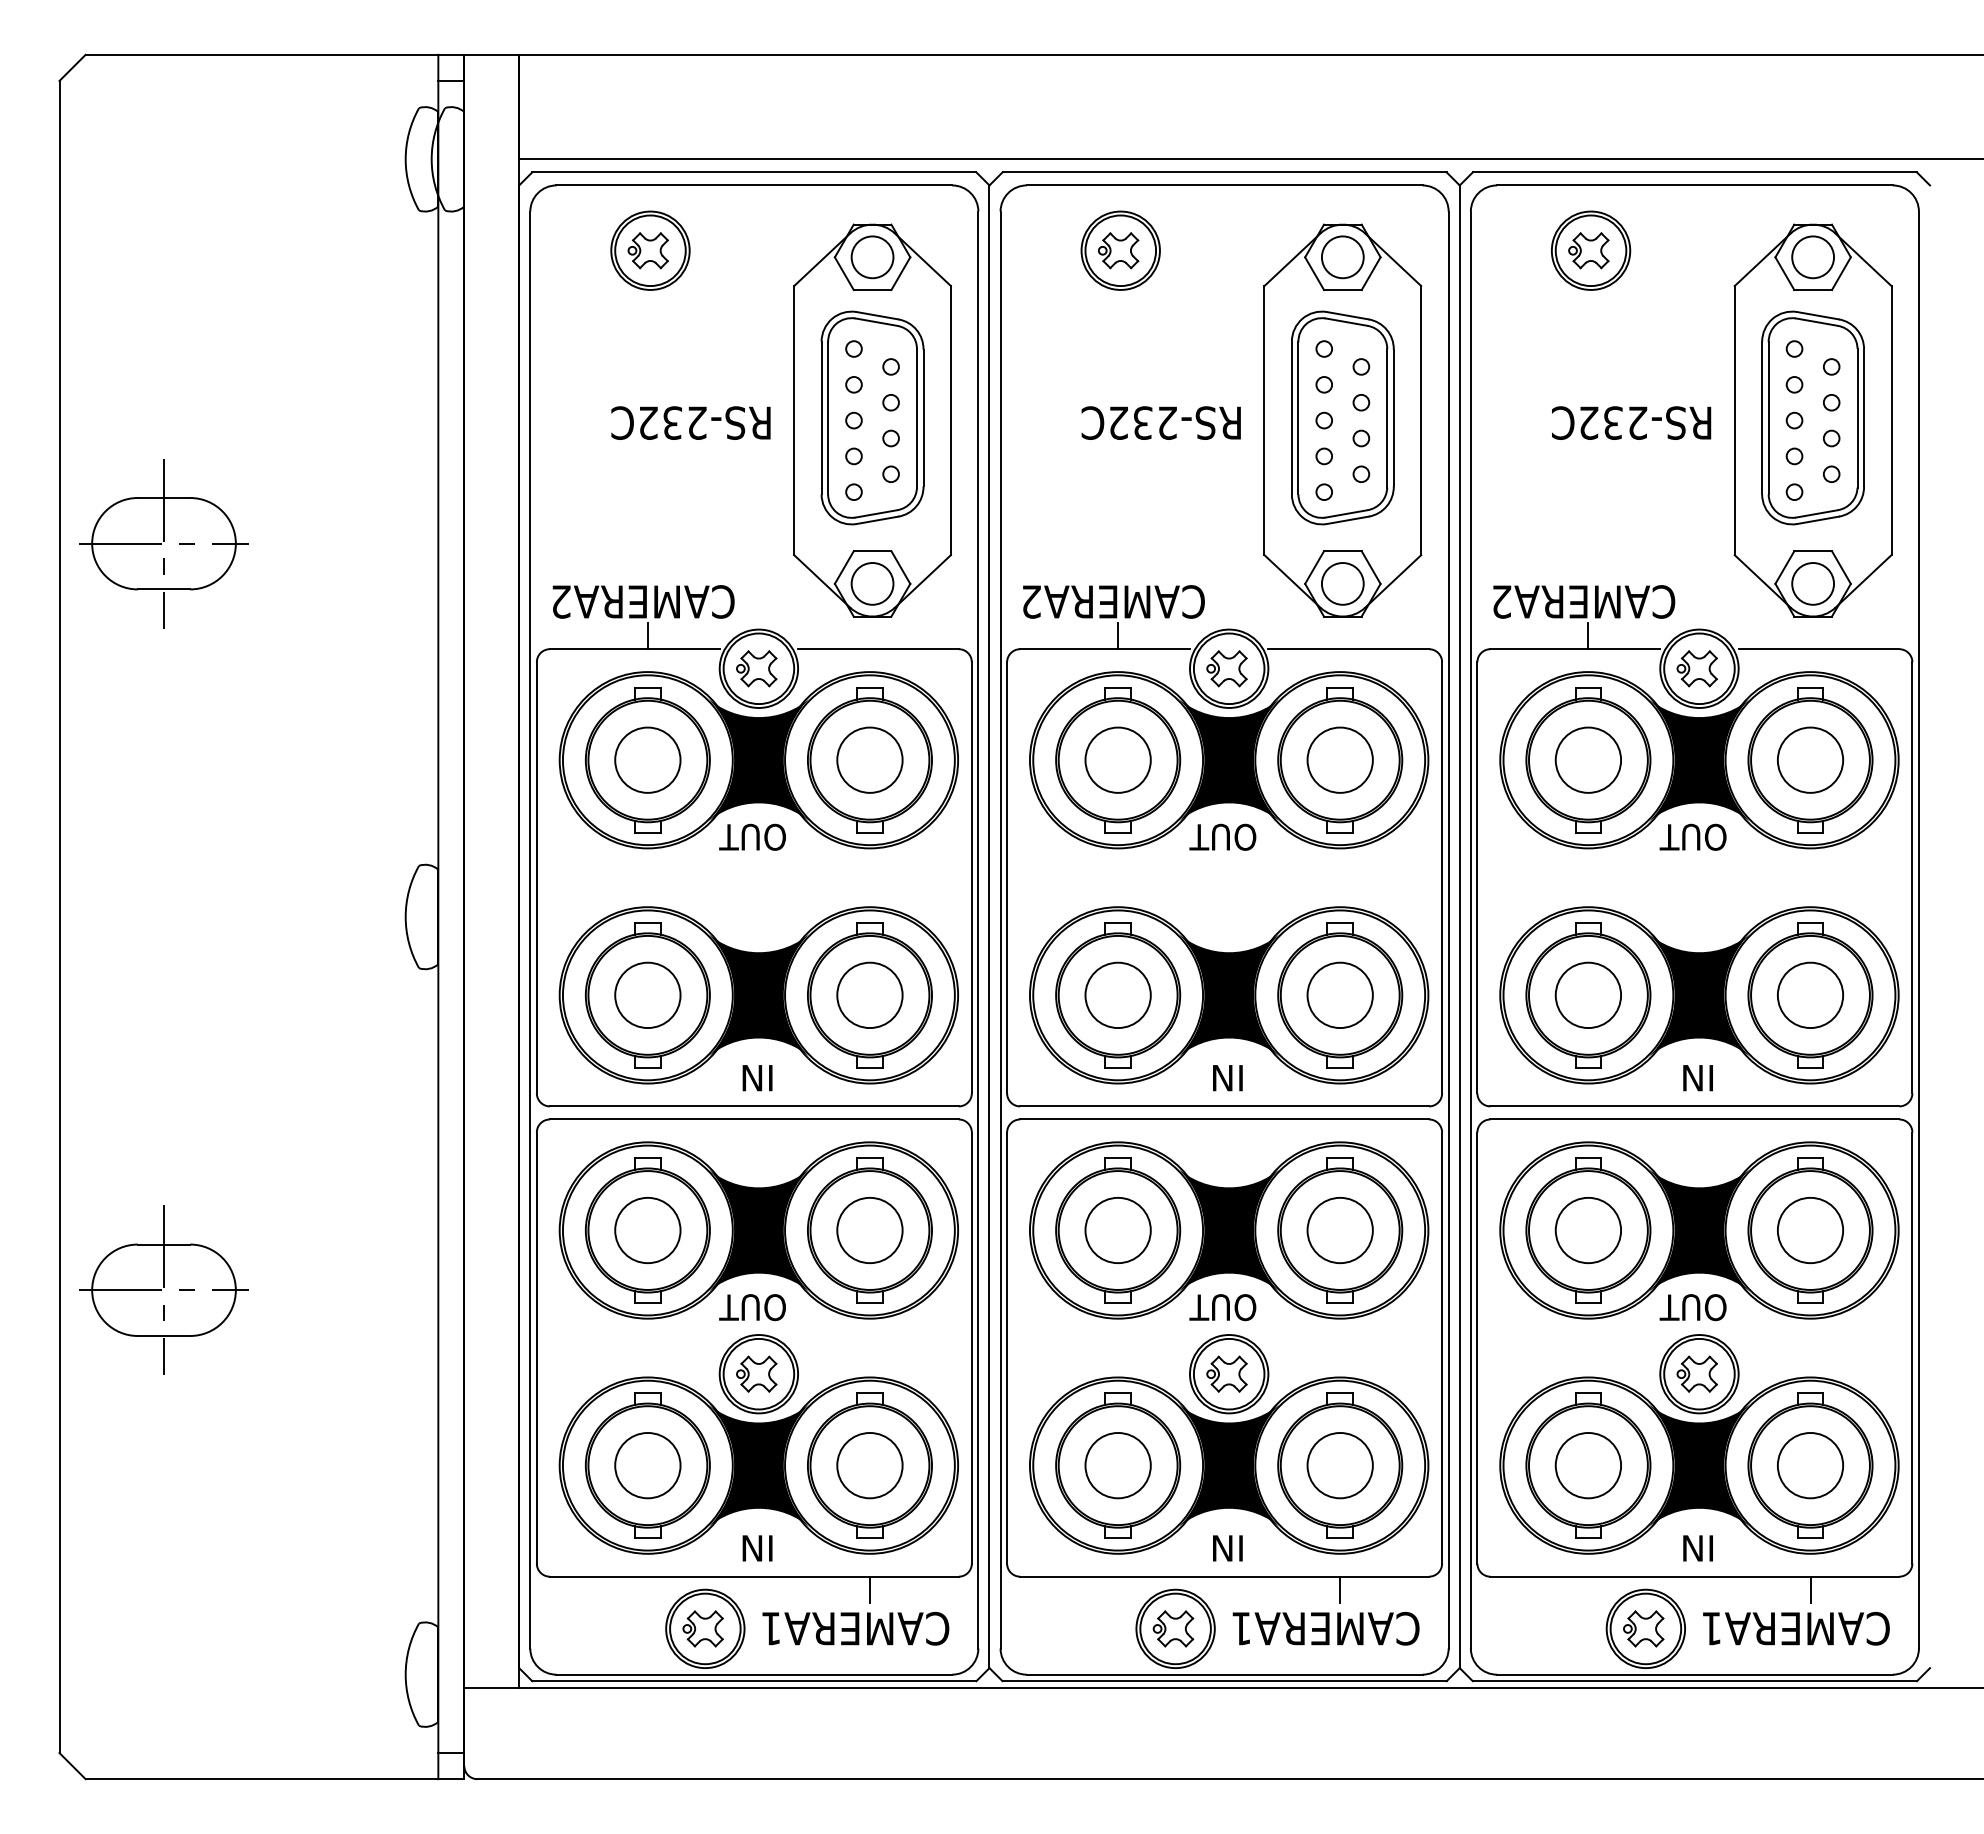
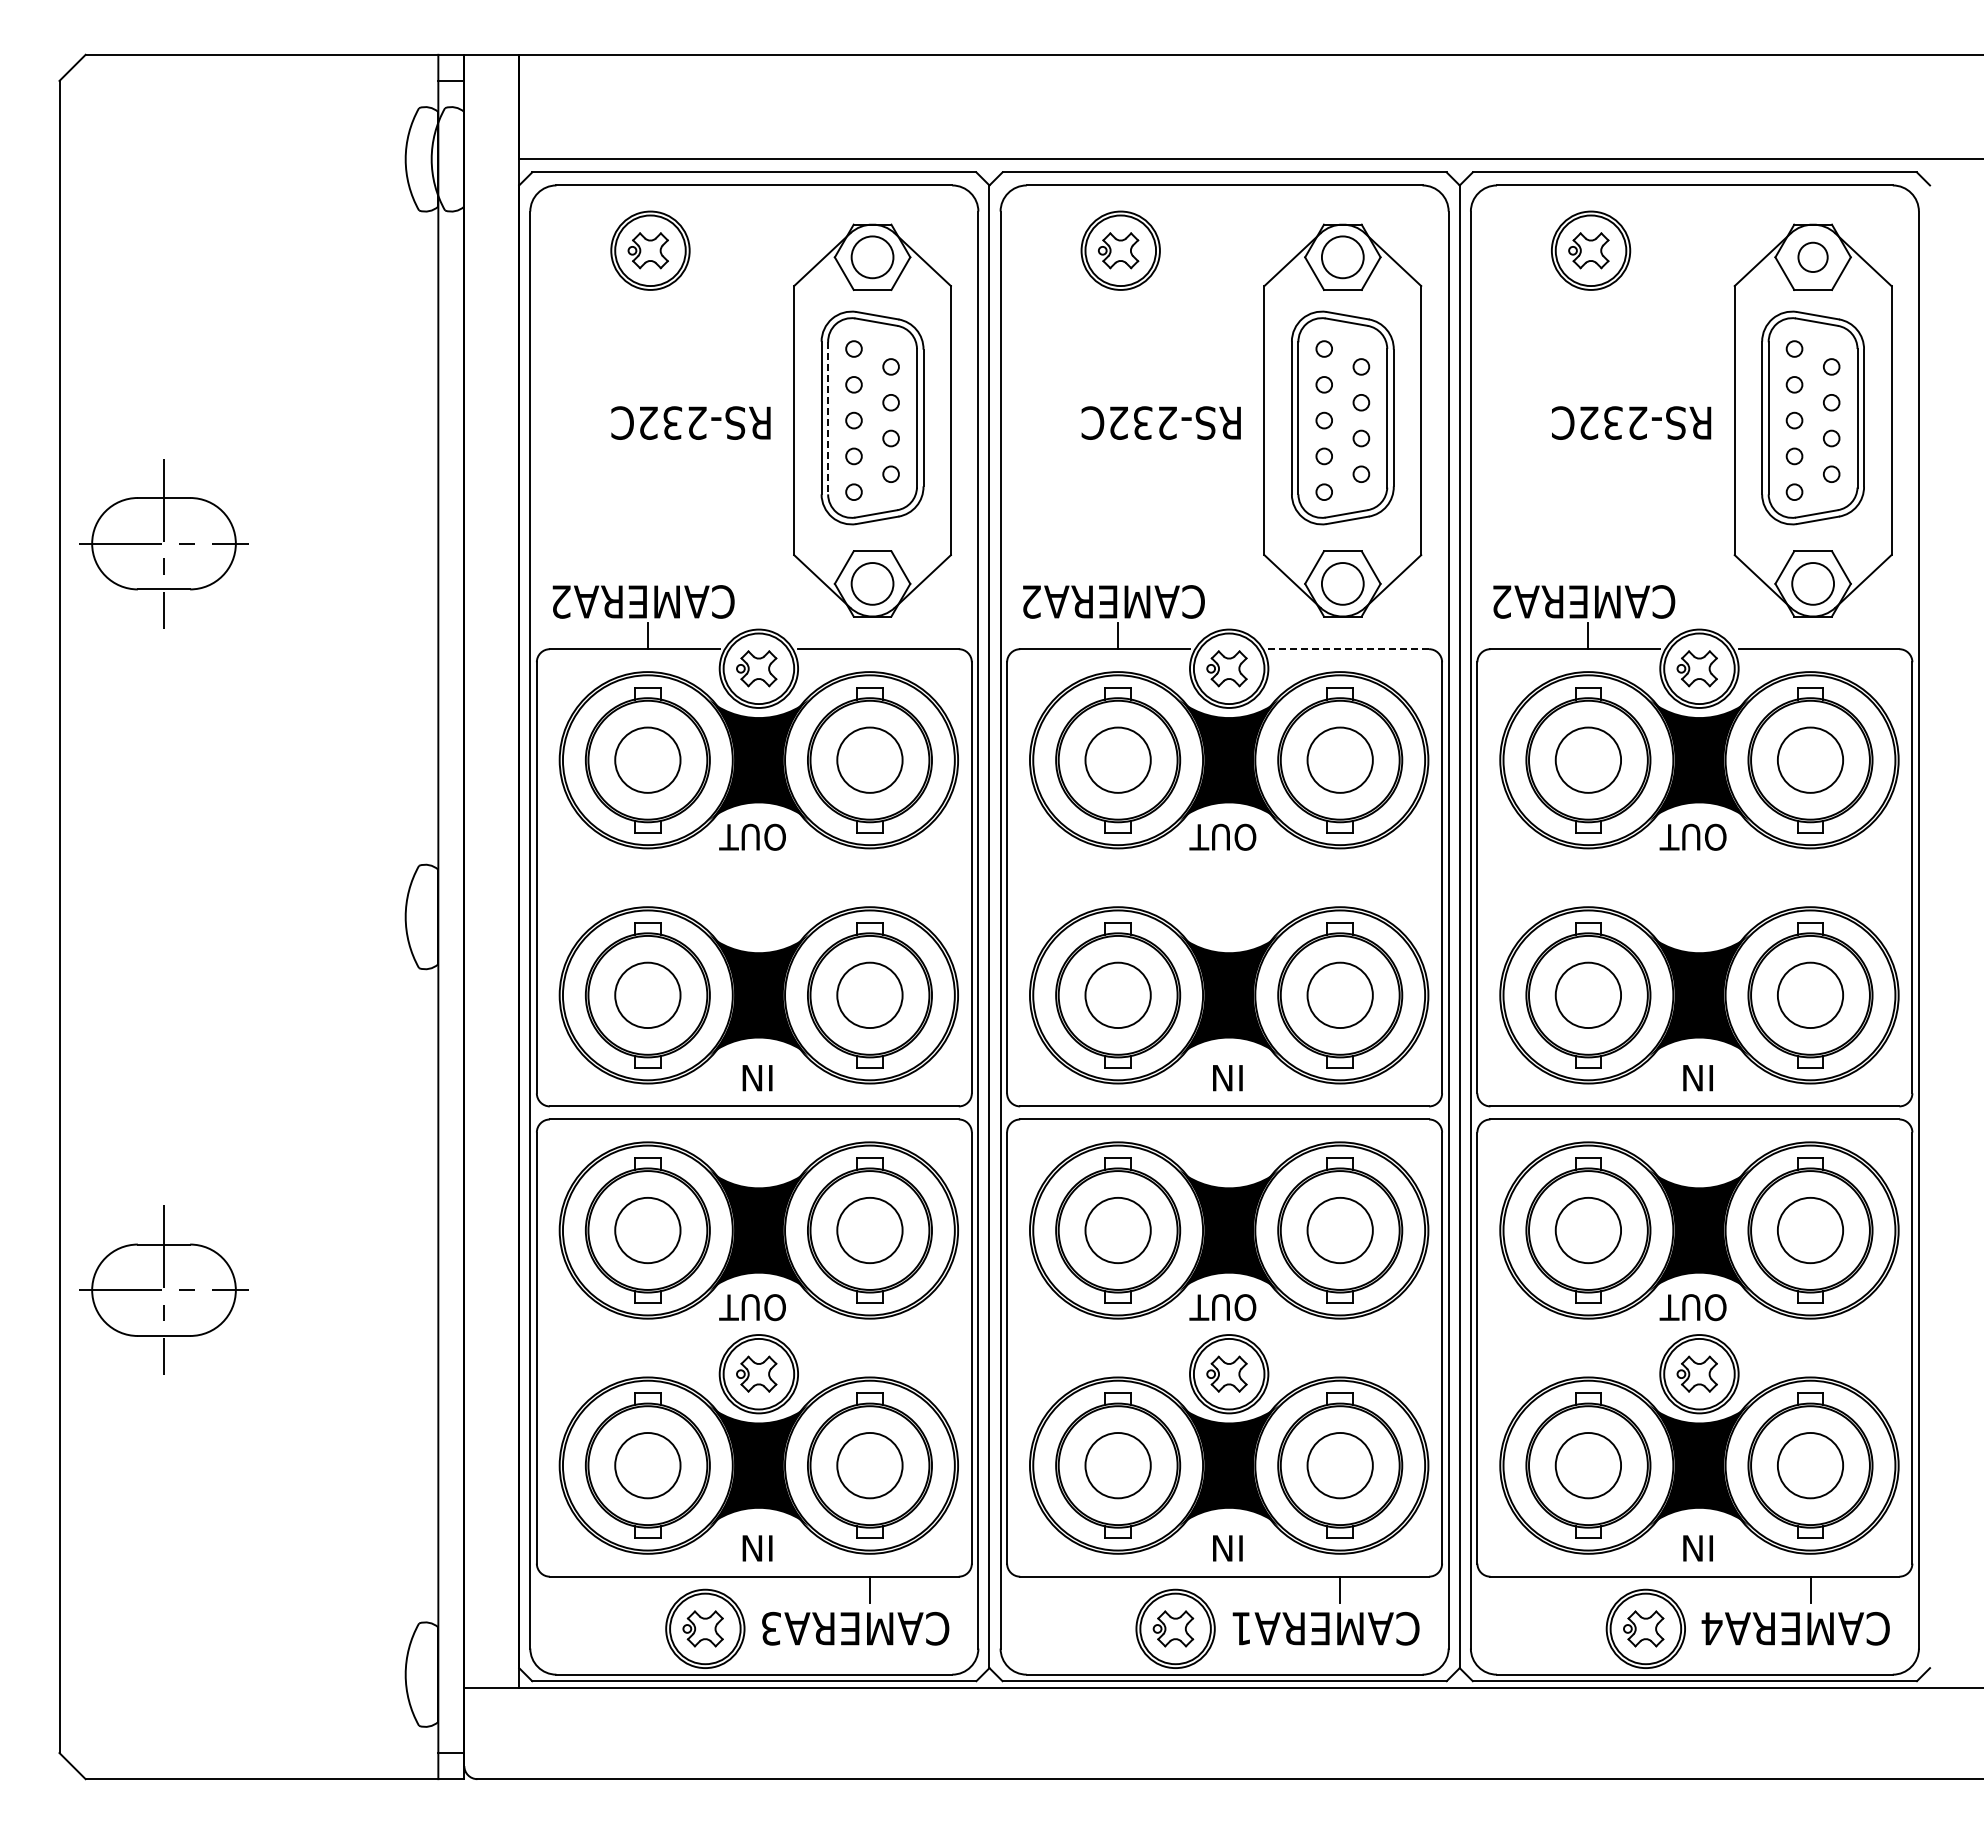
circle at (1812, 257) size: 44x45 px -> 32x32 px
line at (828, 418): solid -> dashed
line at (1348, 649): solid -> dashed
text at (771, 1628): CAMERA1 -> CAMERA3
text at (1711, 1628): CAMERA1 -> CAMERA4
